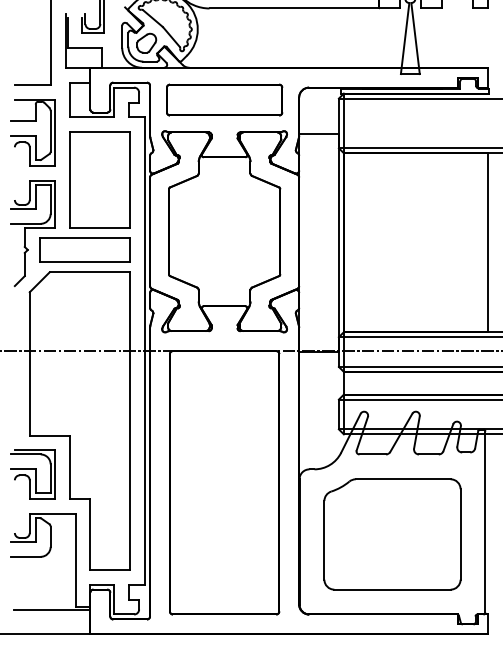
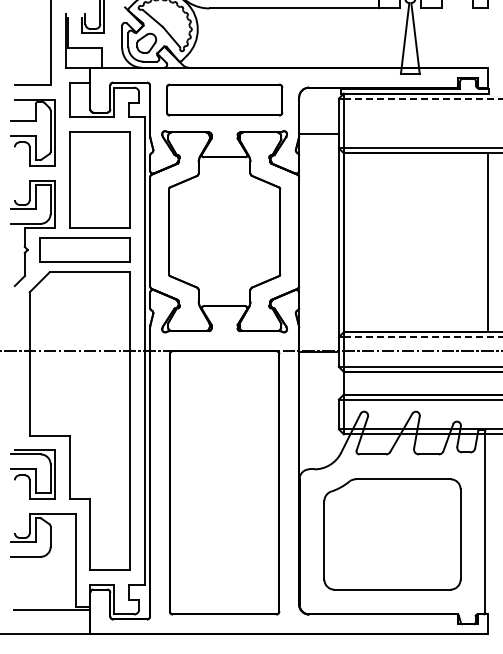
line at (423, 98): solid -> dashed
line at (423, 337): solid -> dashed
